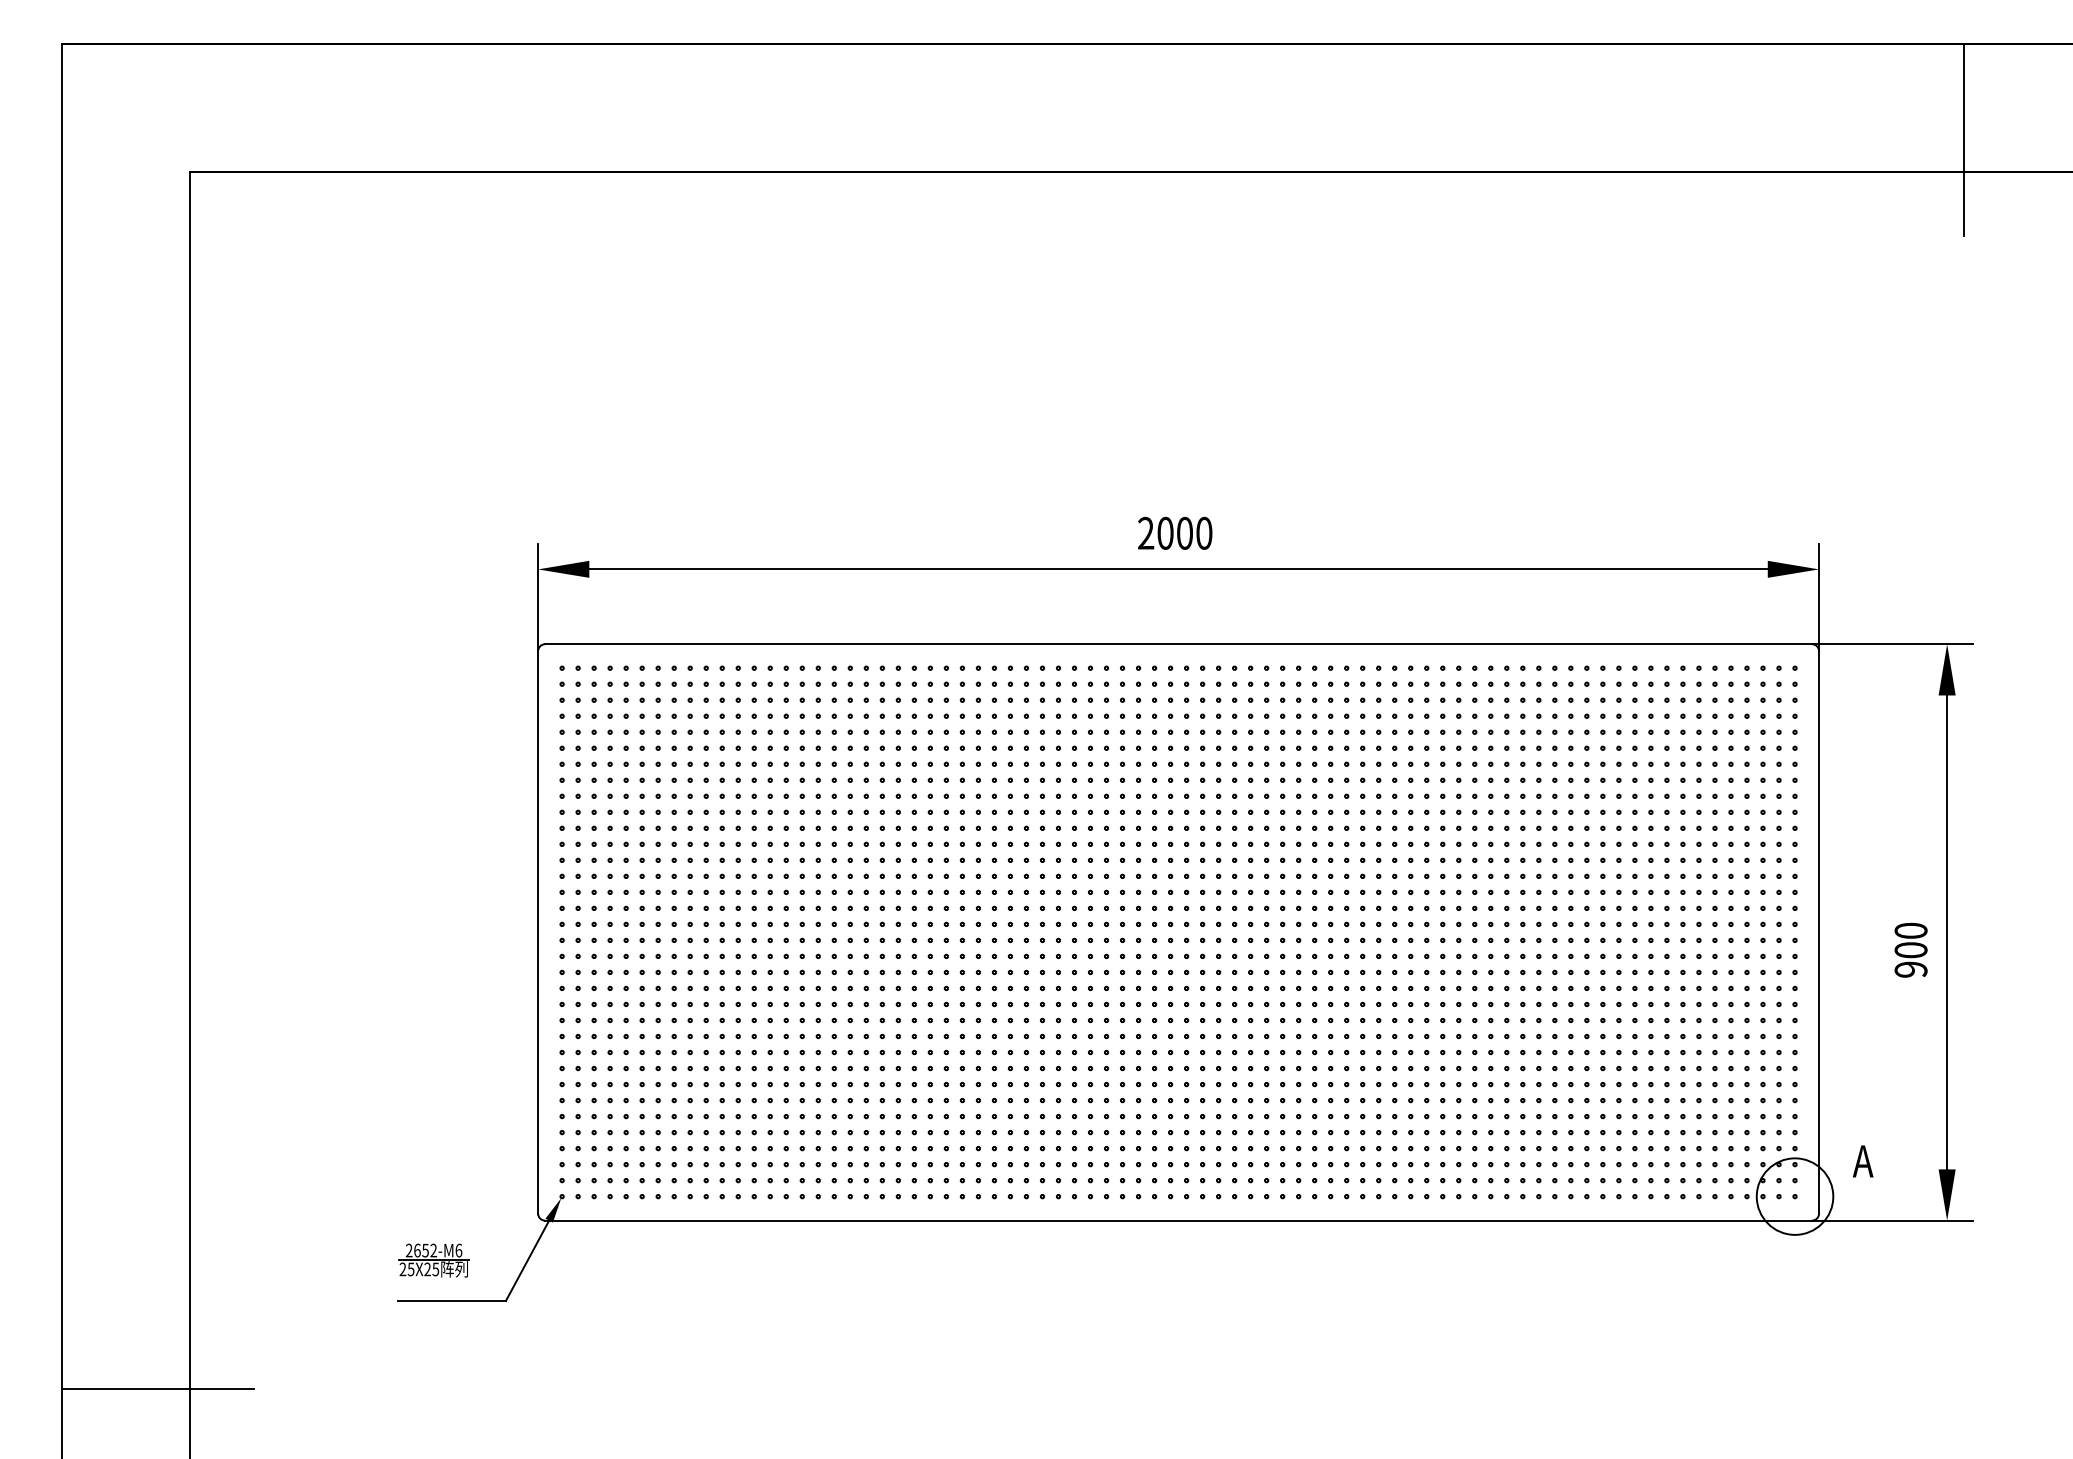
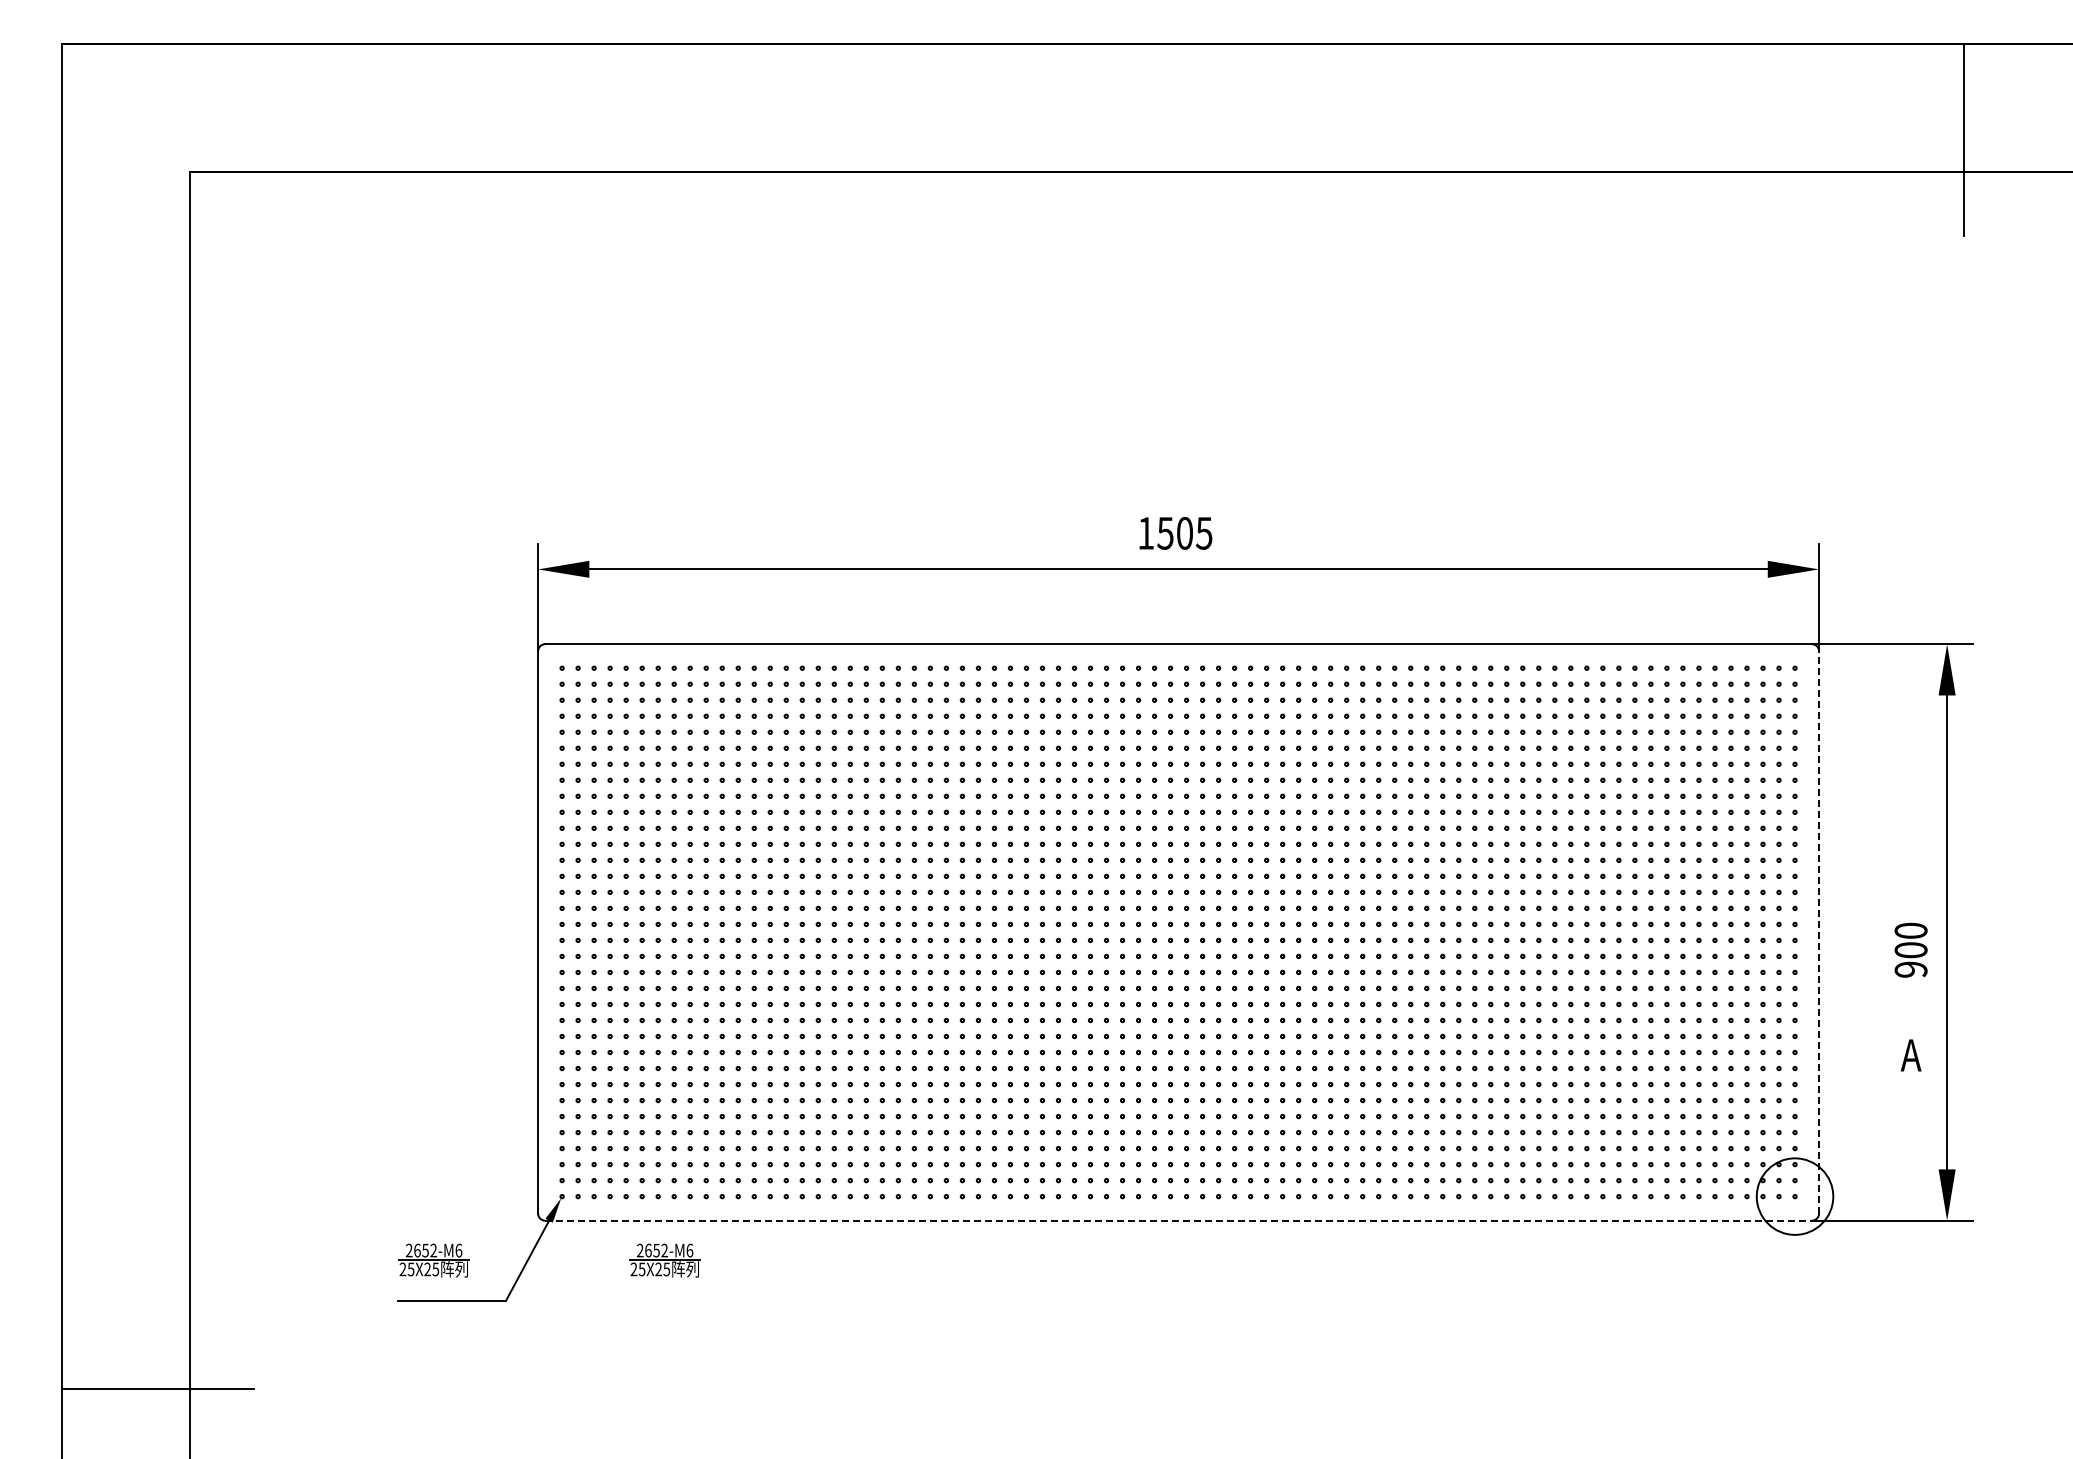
text at (1175, 532): 2000 -> 1505
line at (1819, 931): solid -> dashed
text at (1862, 1161) position: (1862, 1161) -> (1910, 1055)
line at (1179, 1220): solid -> dashed
part at (664, 1260): none -> present
